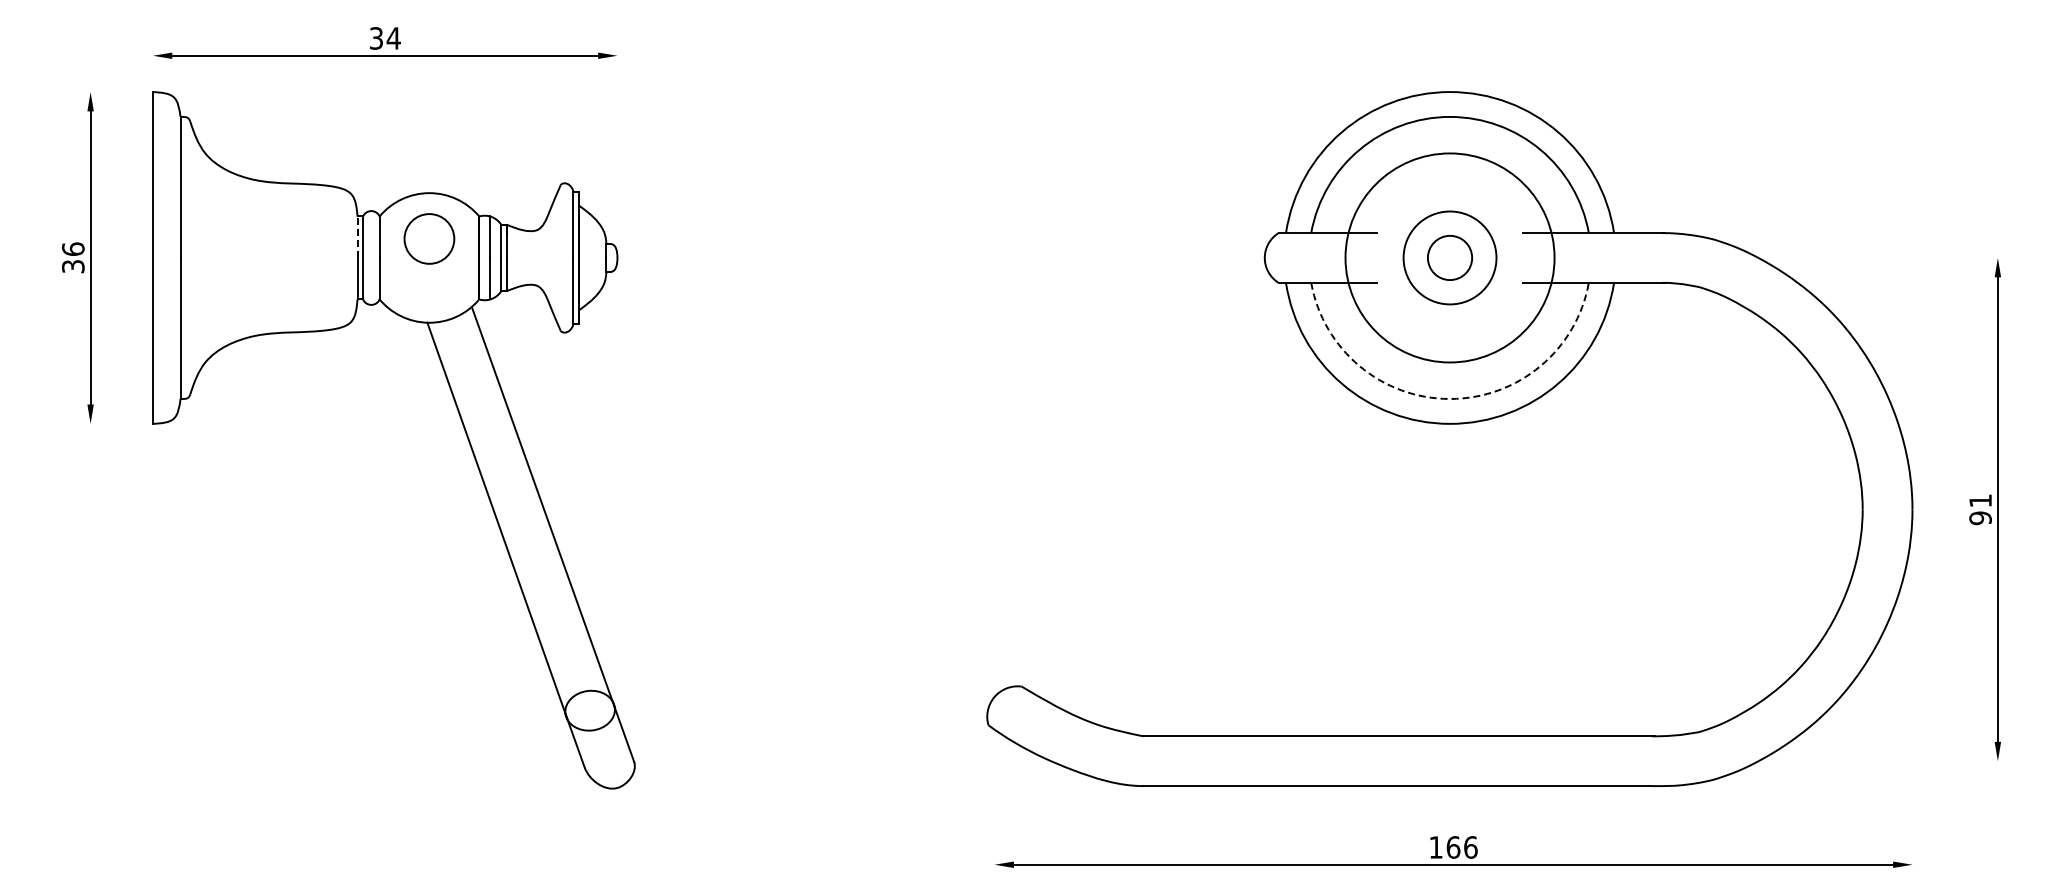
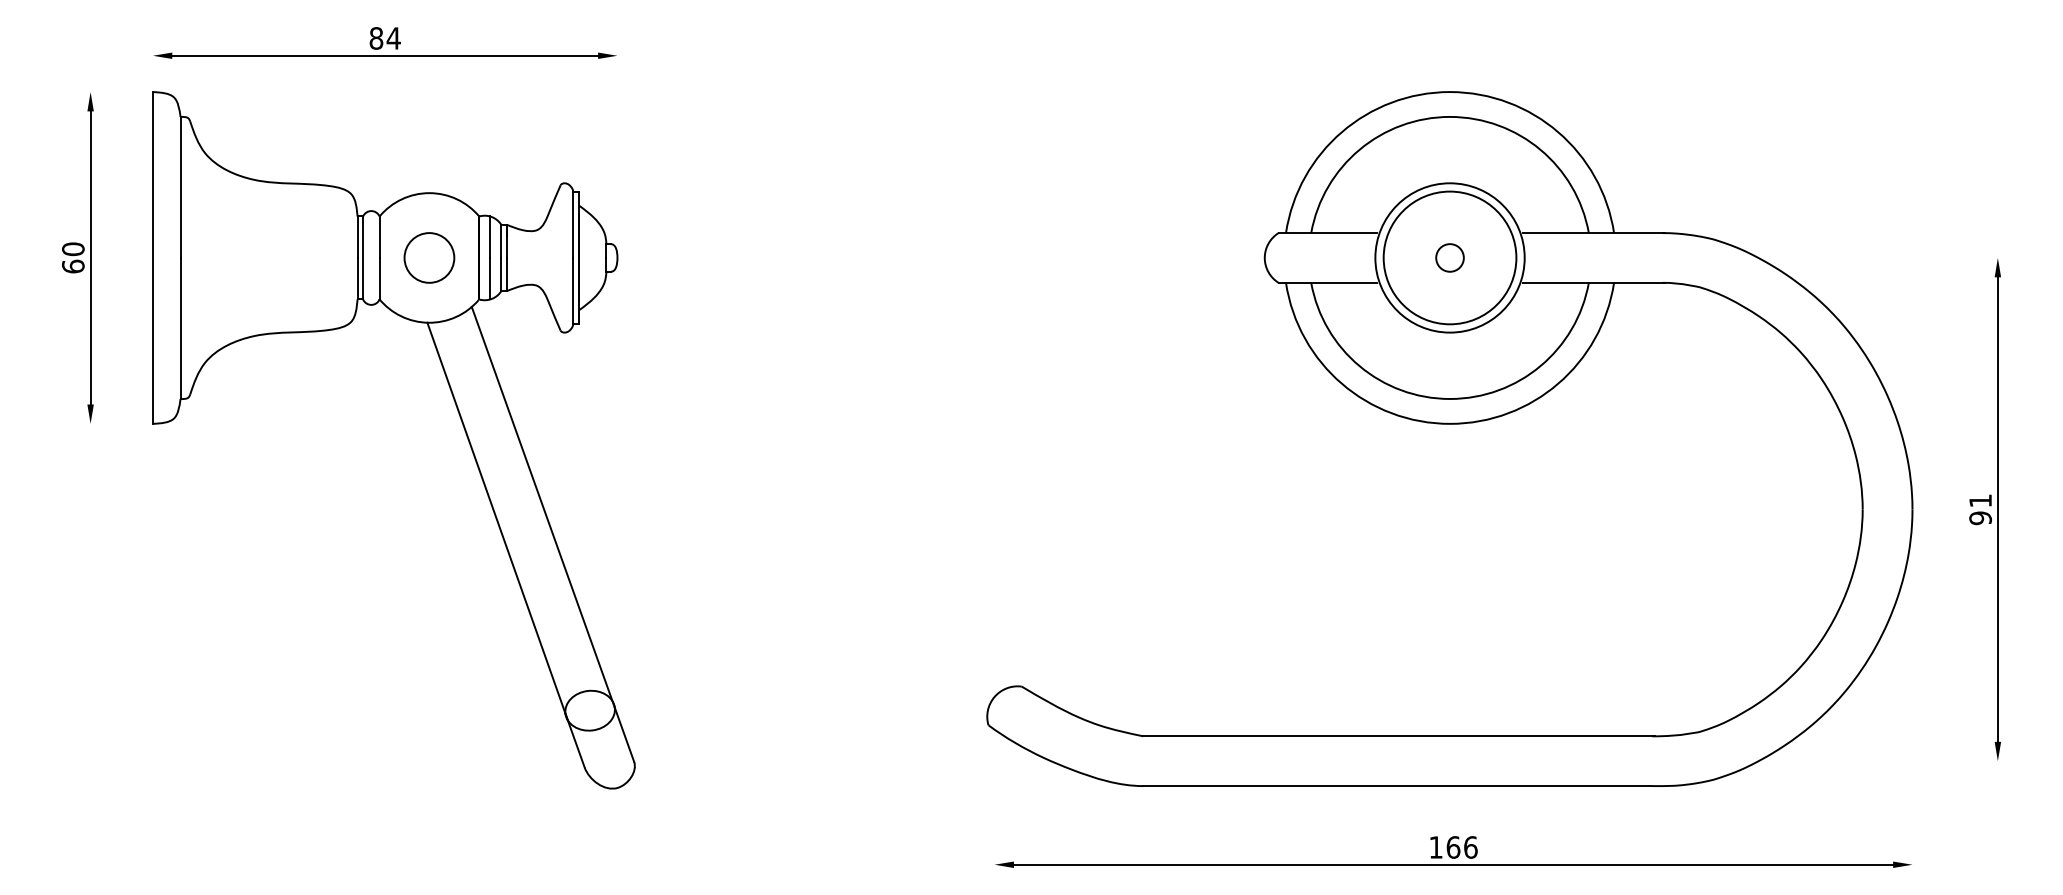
text at (376, 38): 34 -> 84
line at (357, 237): dashed -> solid
circle at (429, 238) position: (429, 238) -> (429, 257)
text at (73, 257): 36 -> 60
circle at (1449, 257) diameter: 209 px -> 149 px
circle at (1449, 257) diameter: 44 px -> 28 px
circle at (1449, 257) diameter: 93 px -> 133 px
arc at (1450, 398): dashed -> solid
